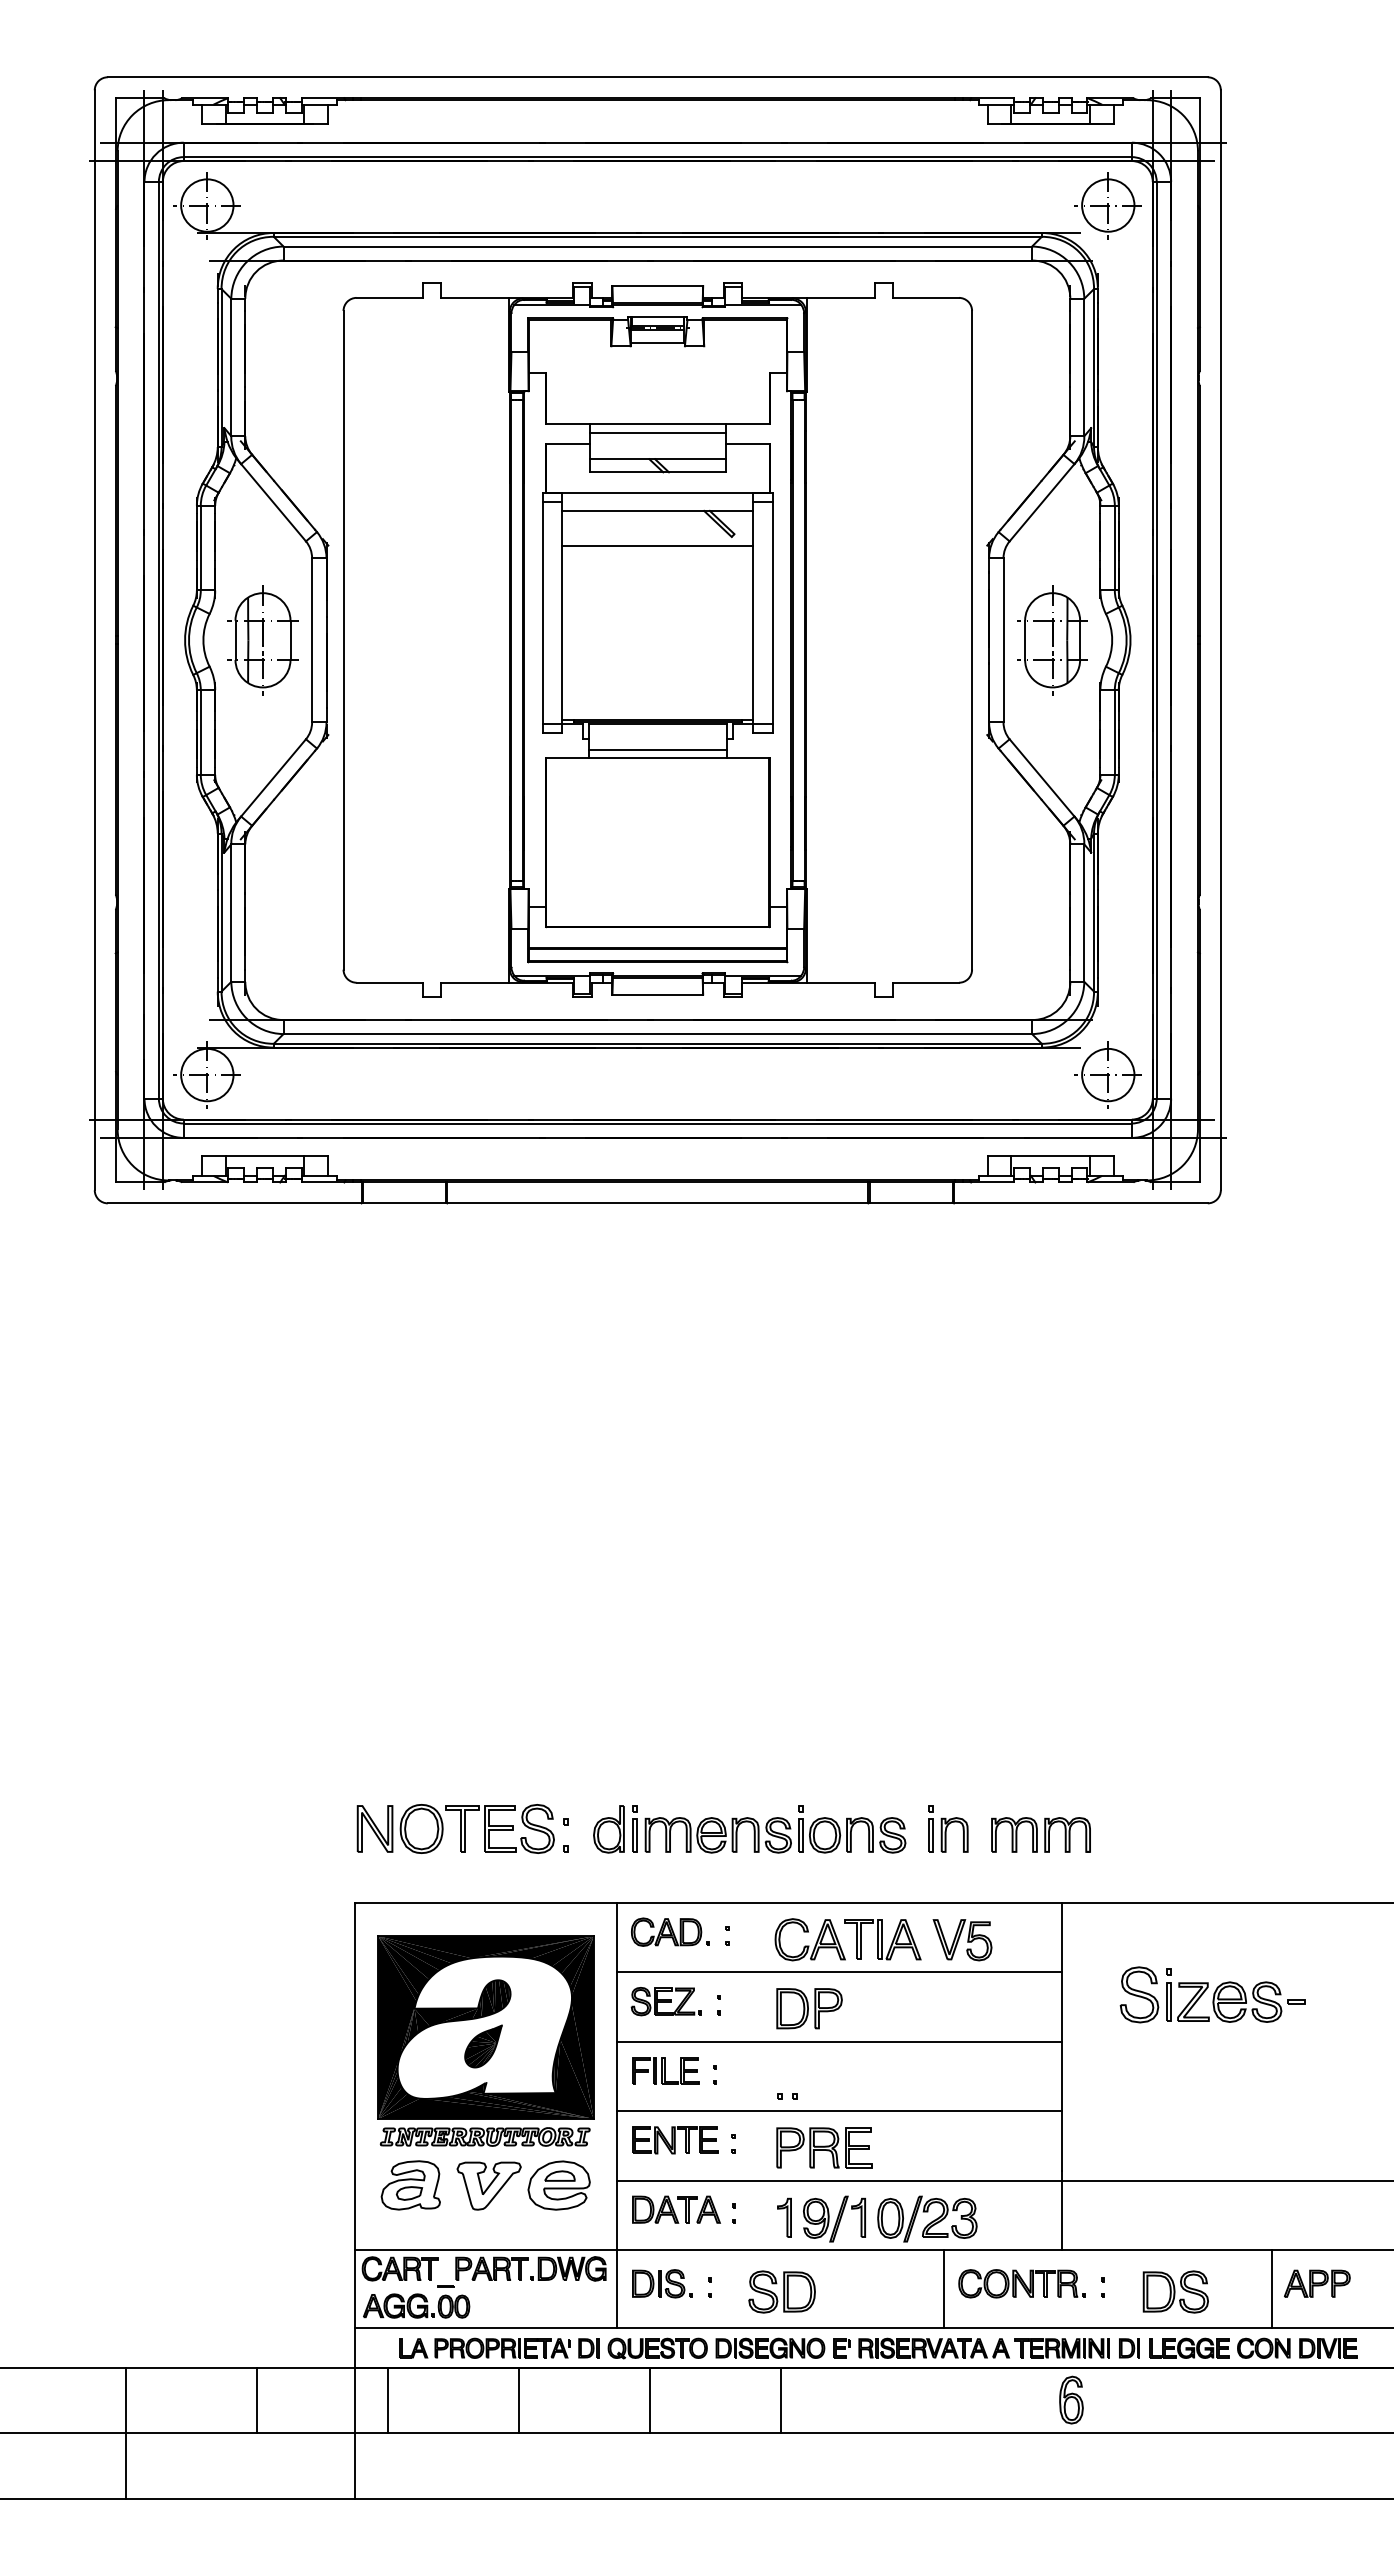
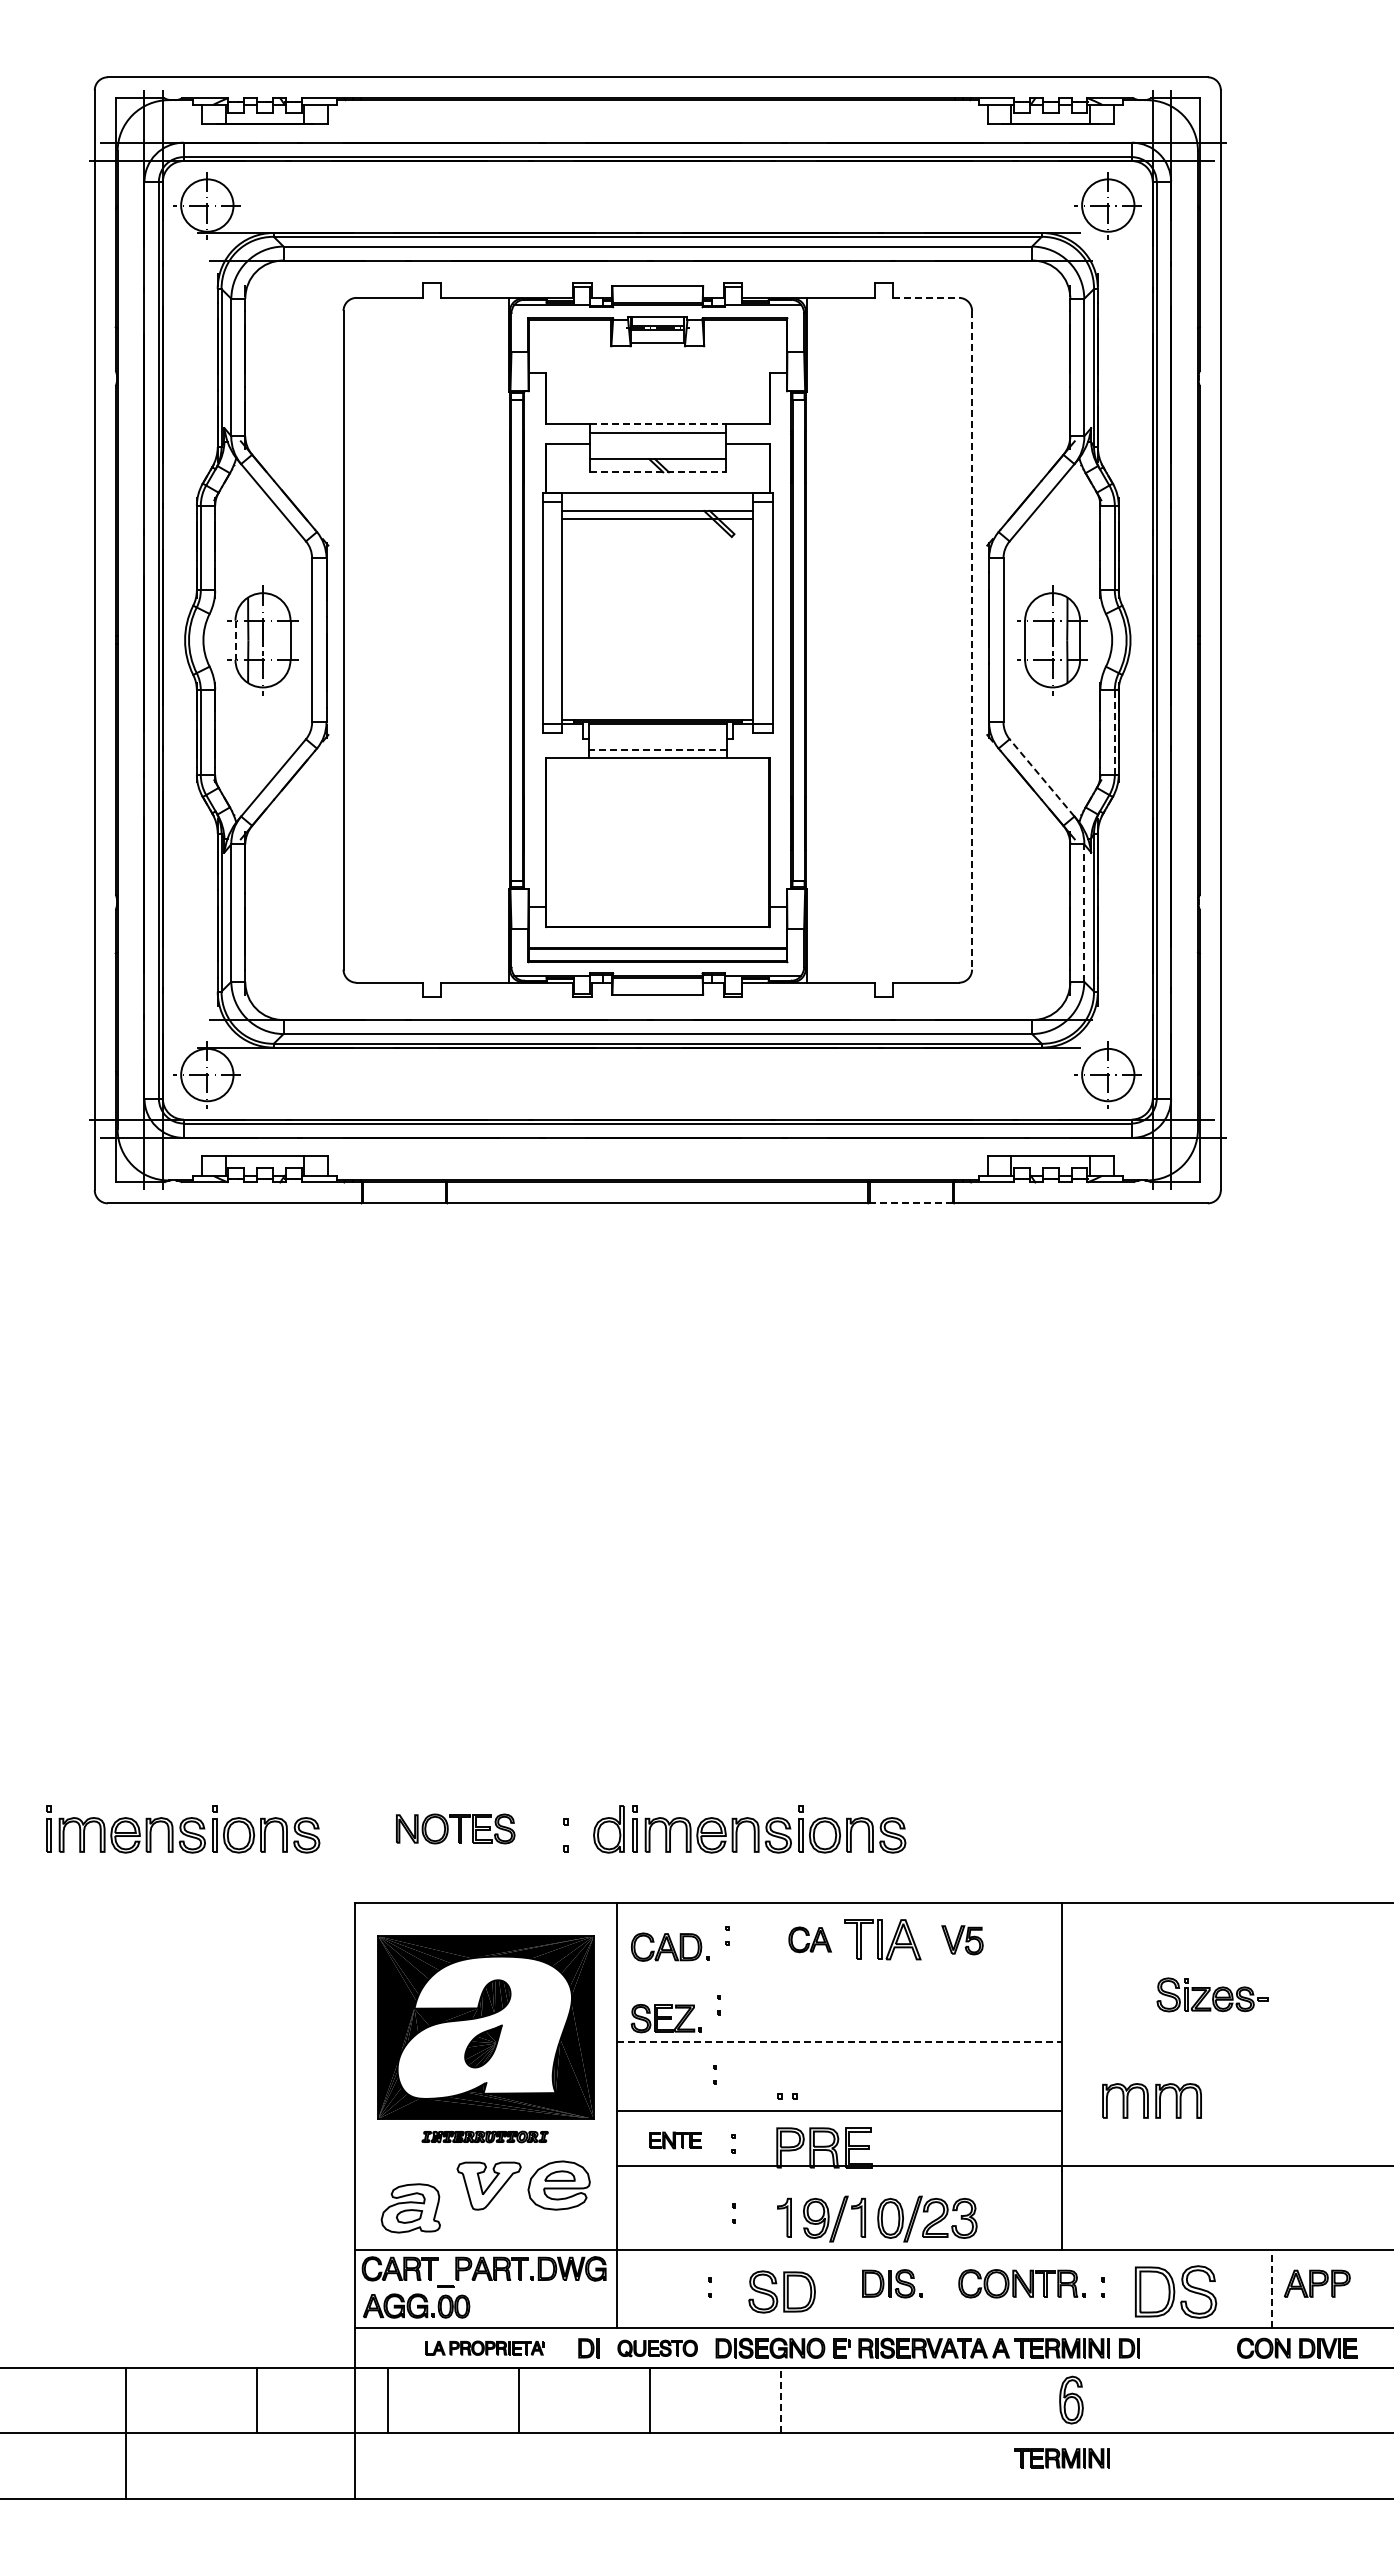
line at (926, 297): solid -> dashed
line at (658, 423): solid -> dashed
line at (658, 472): solid -> dashed
line at (657, 546) position: (657, 546) -> (657, 519)
line at (235, 640): solid -> dashed
line at (972, 640): solid -> dashed
line at (1114, 731): solid -> dashed
line at (657, 749): solid -> dashed
line at (1041, 777): solid -> dashed
line at (1084, 913): solid -> dashed
line at (910, 1202): solid -> dashed
part at (455, 1828) size: 199x50 px -> 120x32 px
part at (948, 1828): present -> none
part at (183, 1829): none -> present
part at (1040, 1834) position: (1040, 1834) -> (1151, 2100)
part at (670, 1931) position: (670, 1931) -> (670, 1946)
part at (809, 1939) size: 72x44 px -> 44x28 px
part at (962, 1940) size: 61x43 px -> 43x31 px
line at (839, 1972): present -> none
part at (1212, 1994) size: 187x58 px -> 113x36 px
part at (665, 2001) position: (665, 2001) -> (665, 2018)
part at (809, 2008): present -> none
line at (839, 2041): solid -> dashed
part at (665, 2070): present -> none
part at (484, 2136) size: 212x20 px -> 128x14 px
part at (675, 2140) size: 87x29 px -> 53x19 px
line at (1003, 2180) position: (1003, 2180) -> (1003, 2165)
part at (410, 2185) position: (410, 2185) -> (410, 2208)
part at (676, 2209): present -> none
part at (662, 2283) position: (662, 2283) -> (892, 2283)
line at (944, 2288): present -> none
line at (1271, 2288): solid -> dashed
part at (1175, 2291) size: 67x44 px -> 83x54 px
part at (484, 2347) size: 172x22 px -> 120x16 px
part at (1189, 2347): present -> none
part at (657, 2348) size: 101x23 px -> 81x19 px
line at (780, 2400): solid -> dashed
part at (1061, 2458): none -> present
